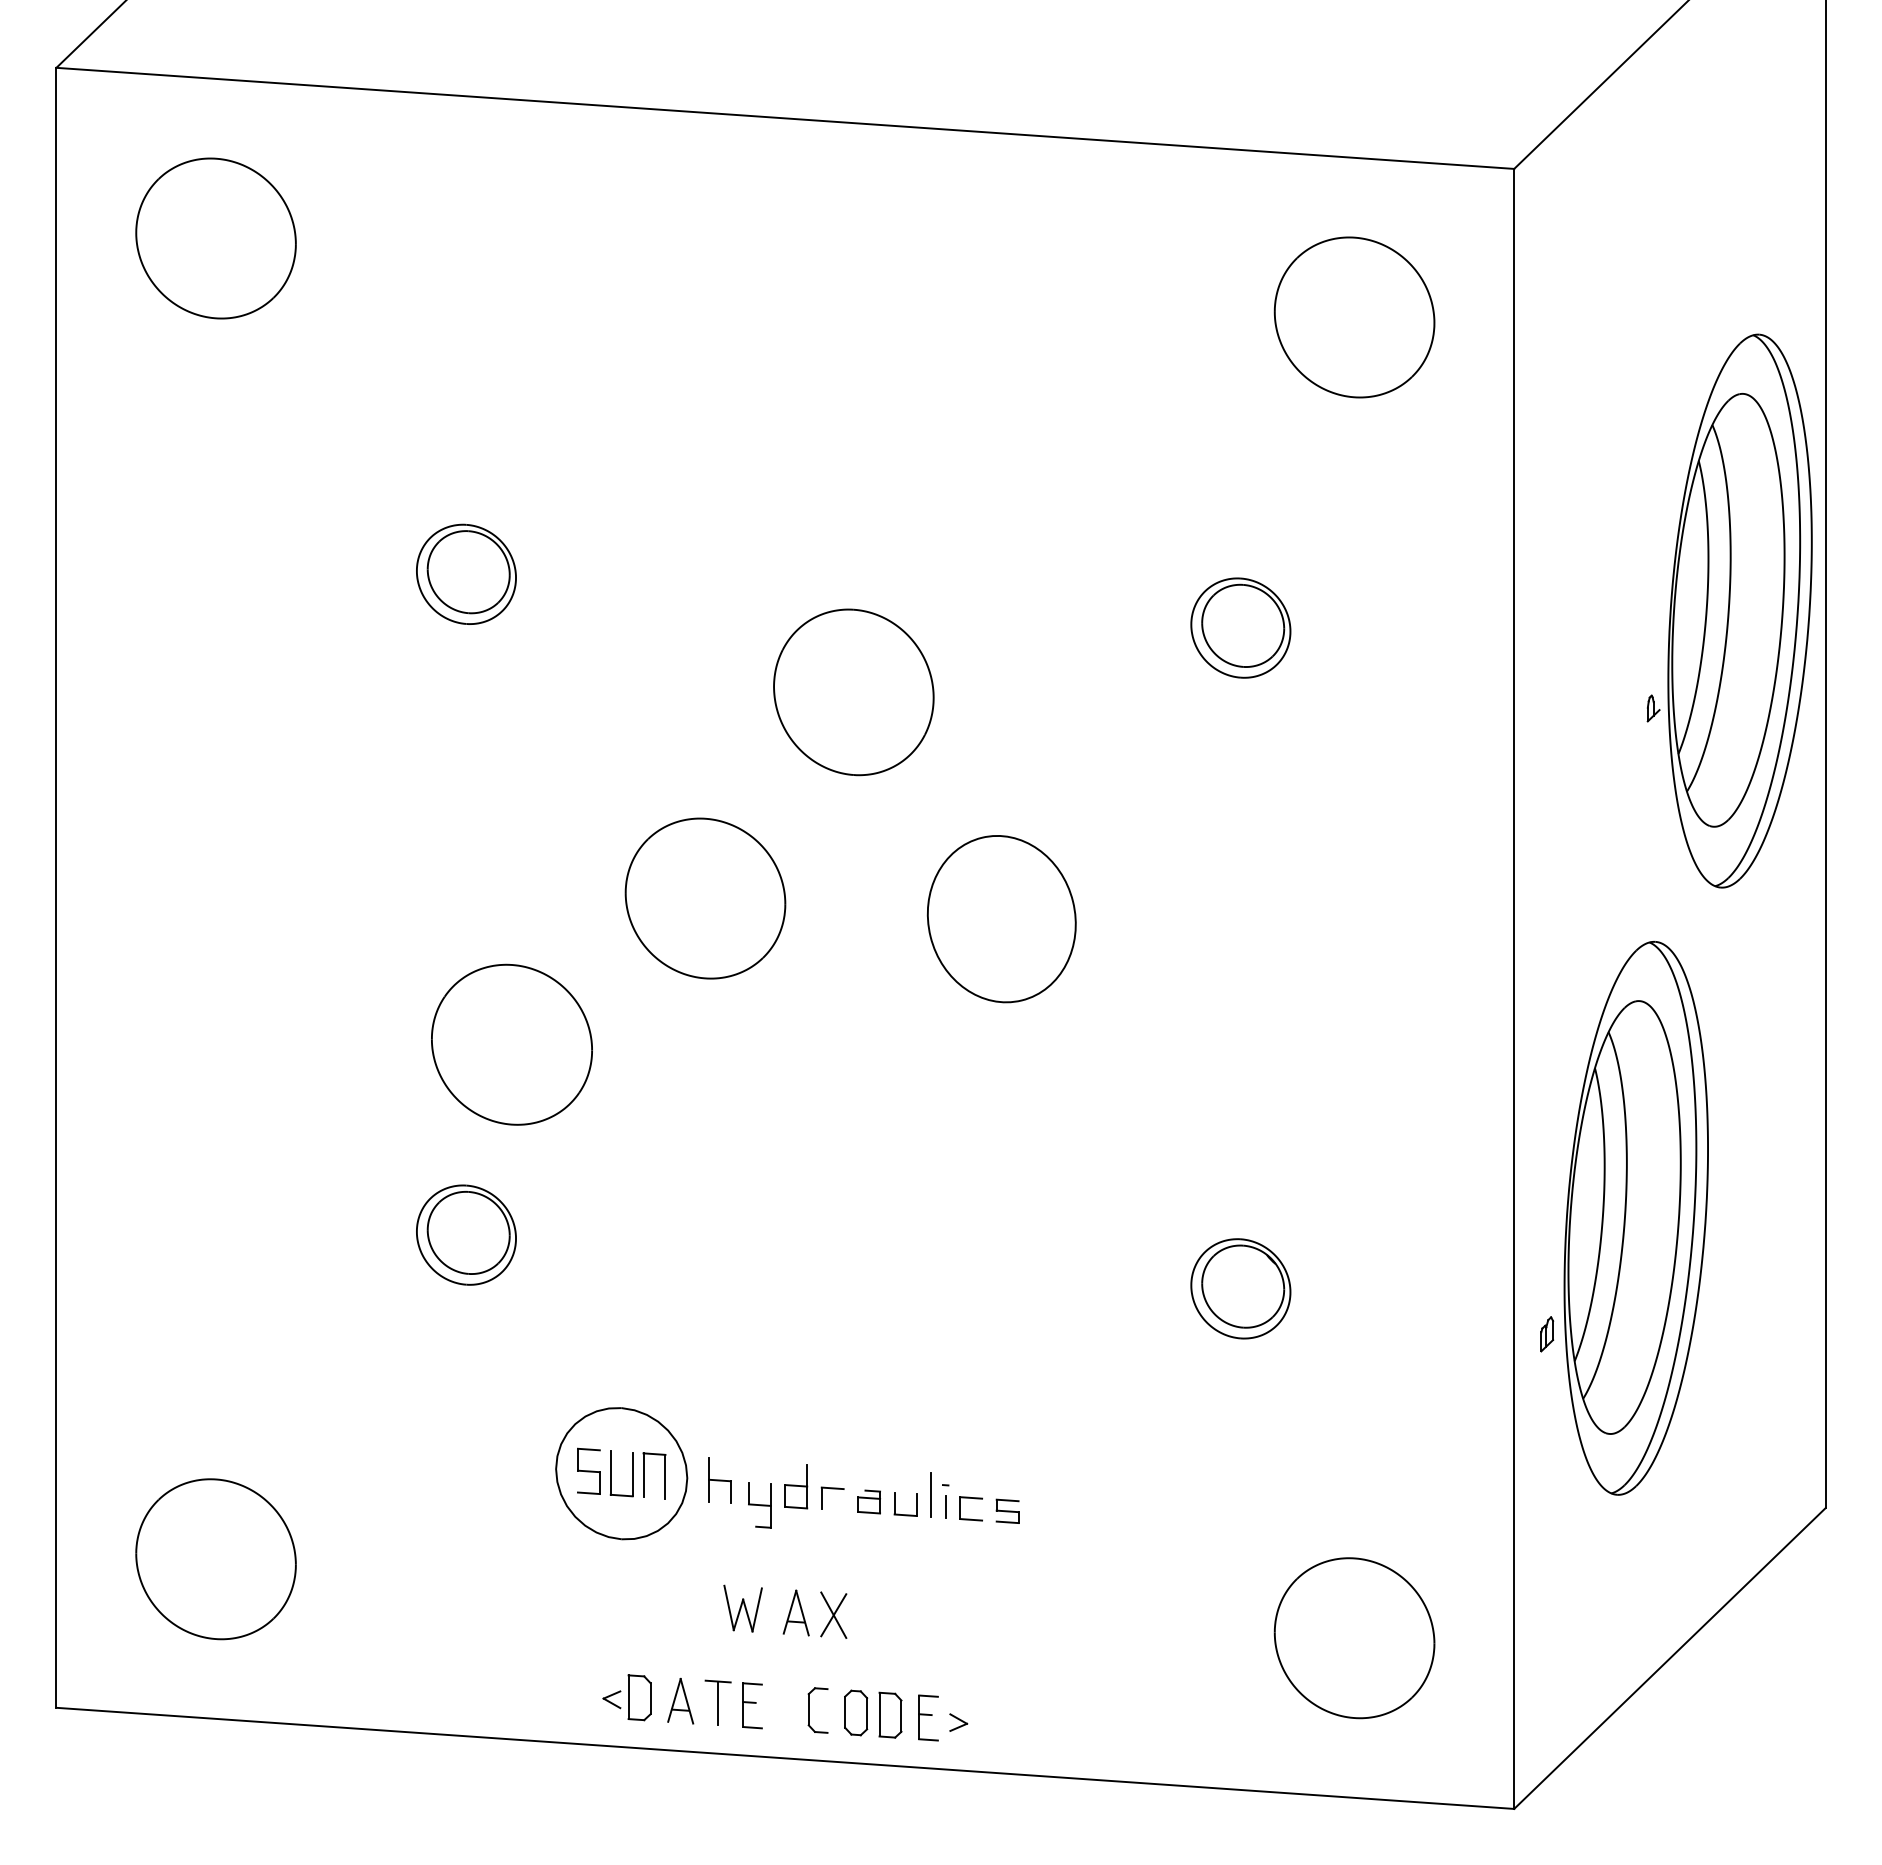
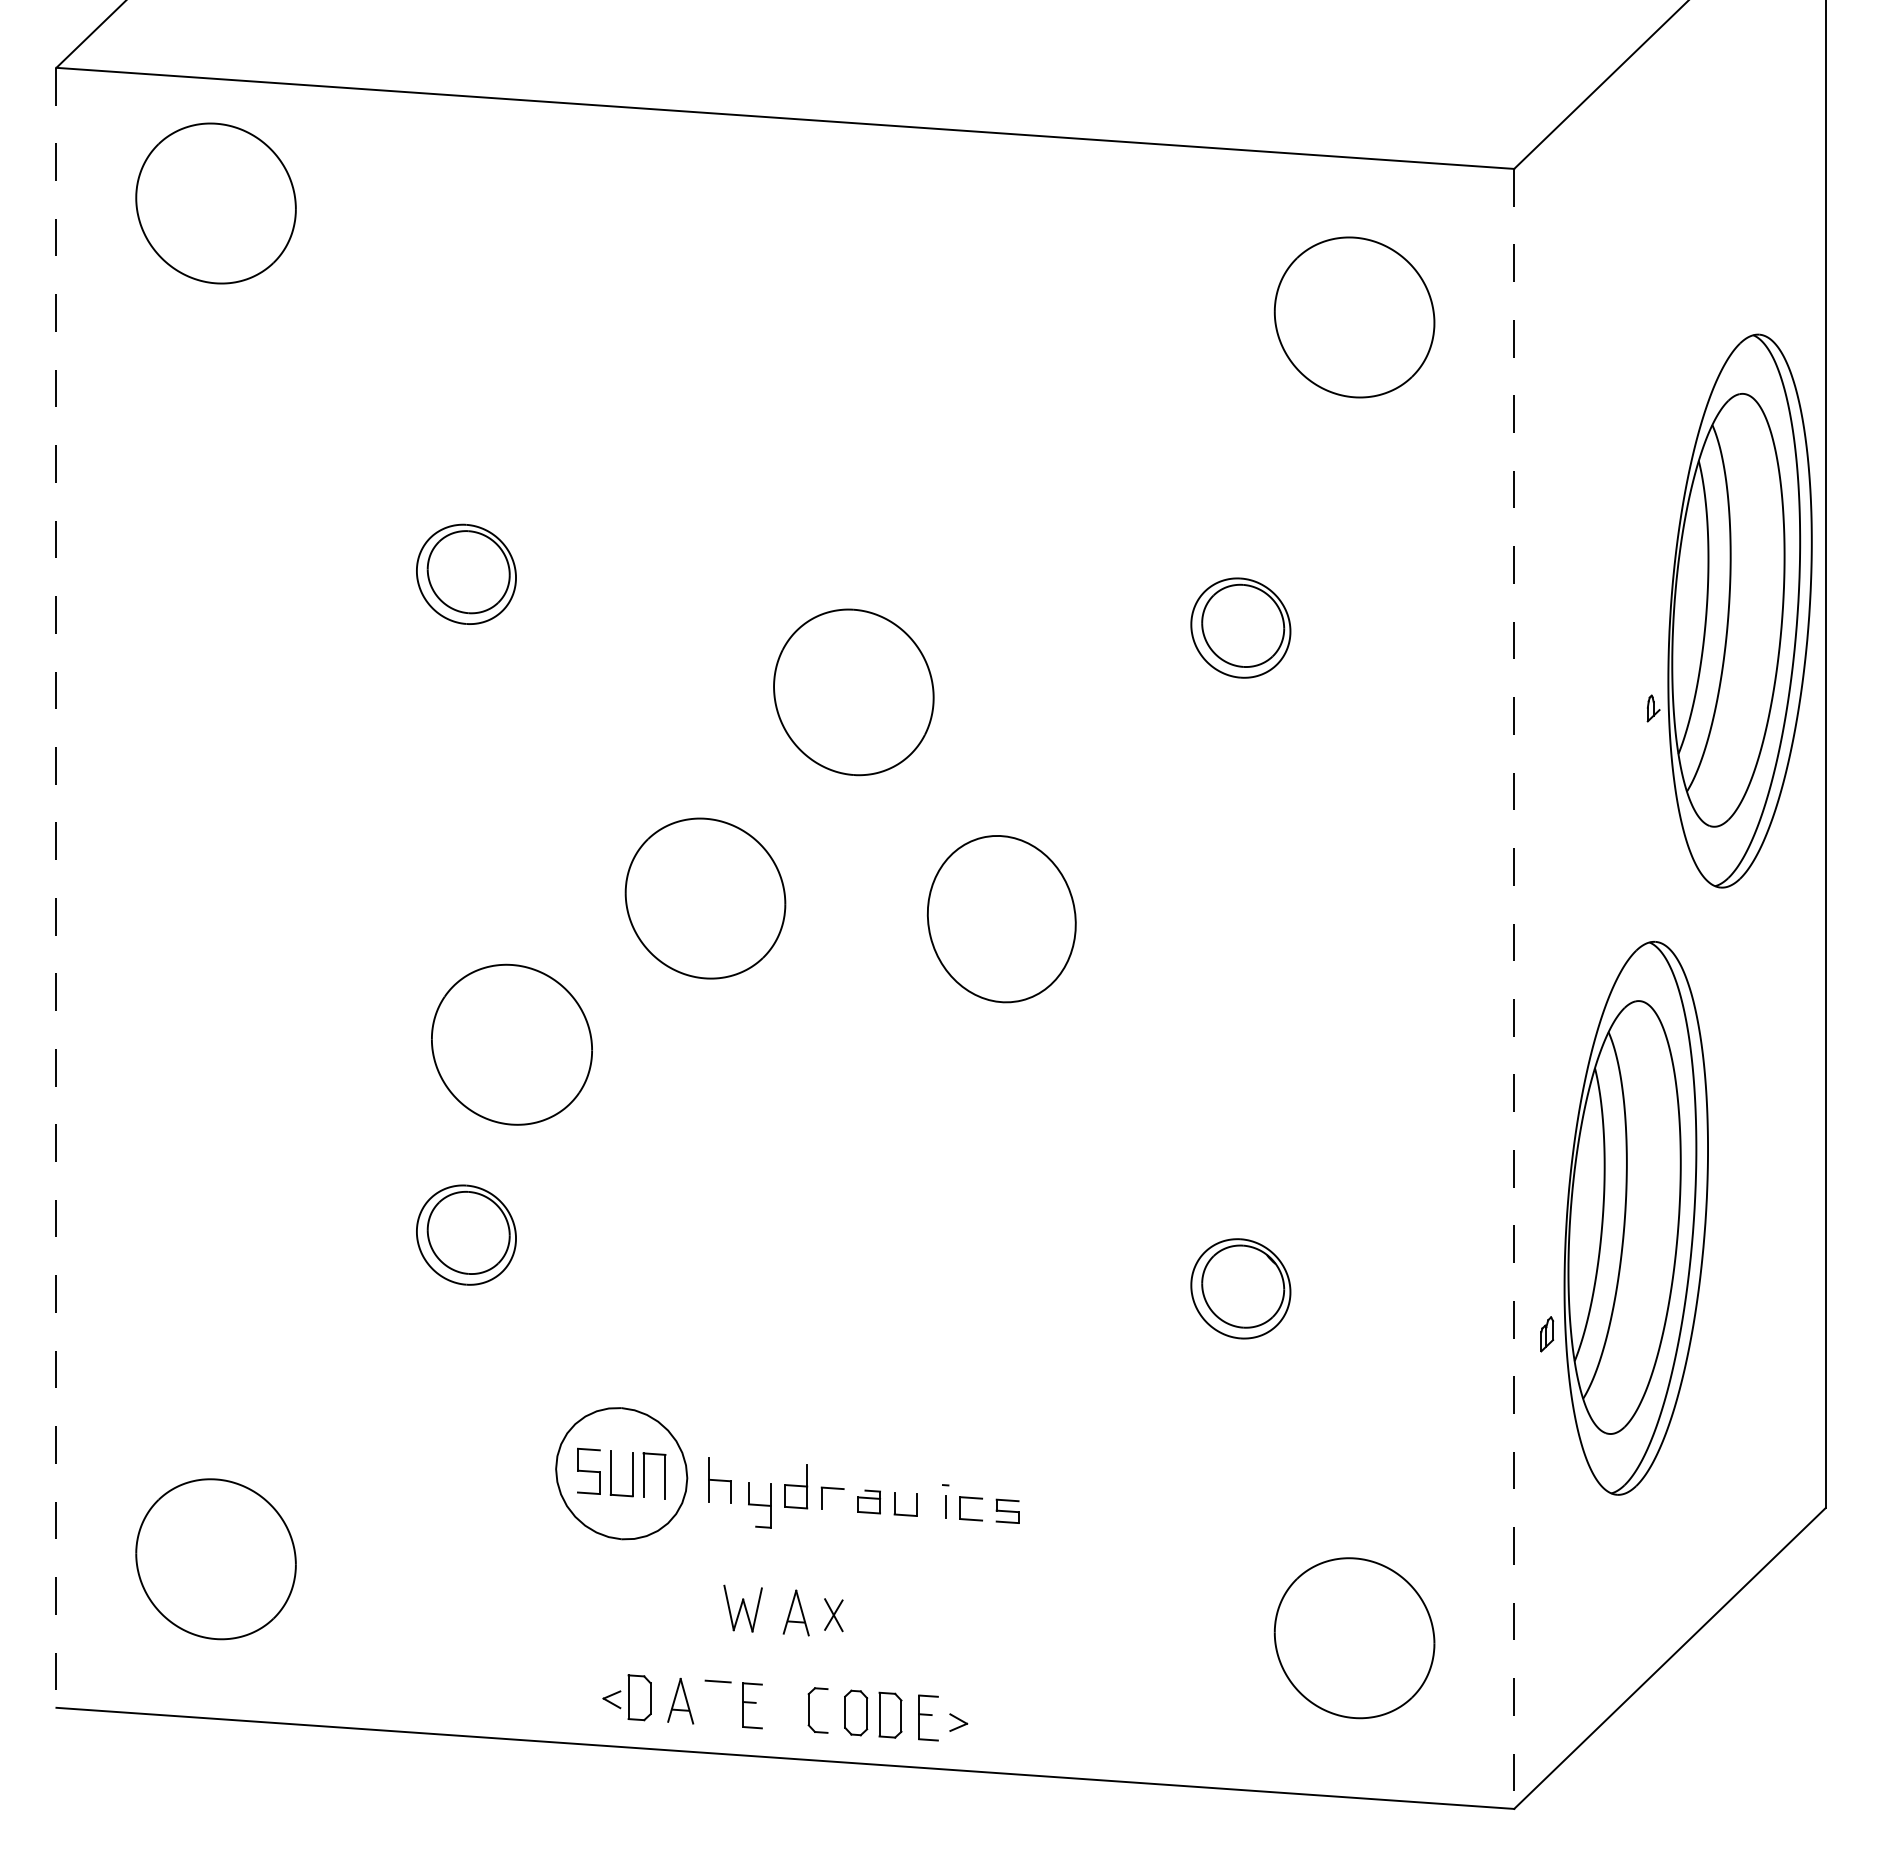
part at (215, 238) position: (215, 238) -> (215, 203)
line at (56, 887): solid -> dashed
line at (1514, 989): solid -> dashed
line at (930, 1494): present -> none
part at (833, 1614) size: 28x48 px -> 20x35 px
line at (718, 1703): present -> none
